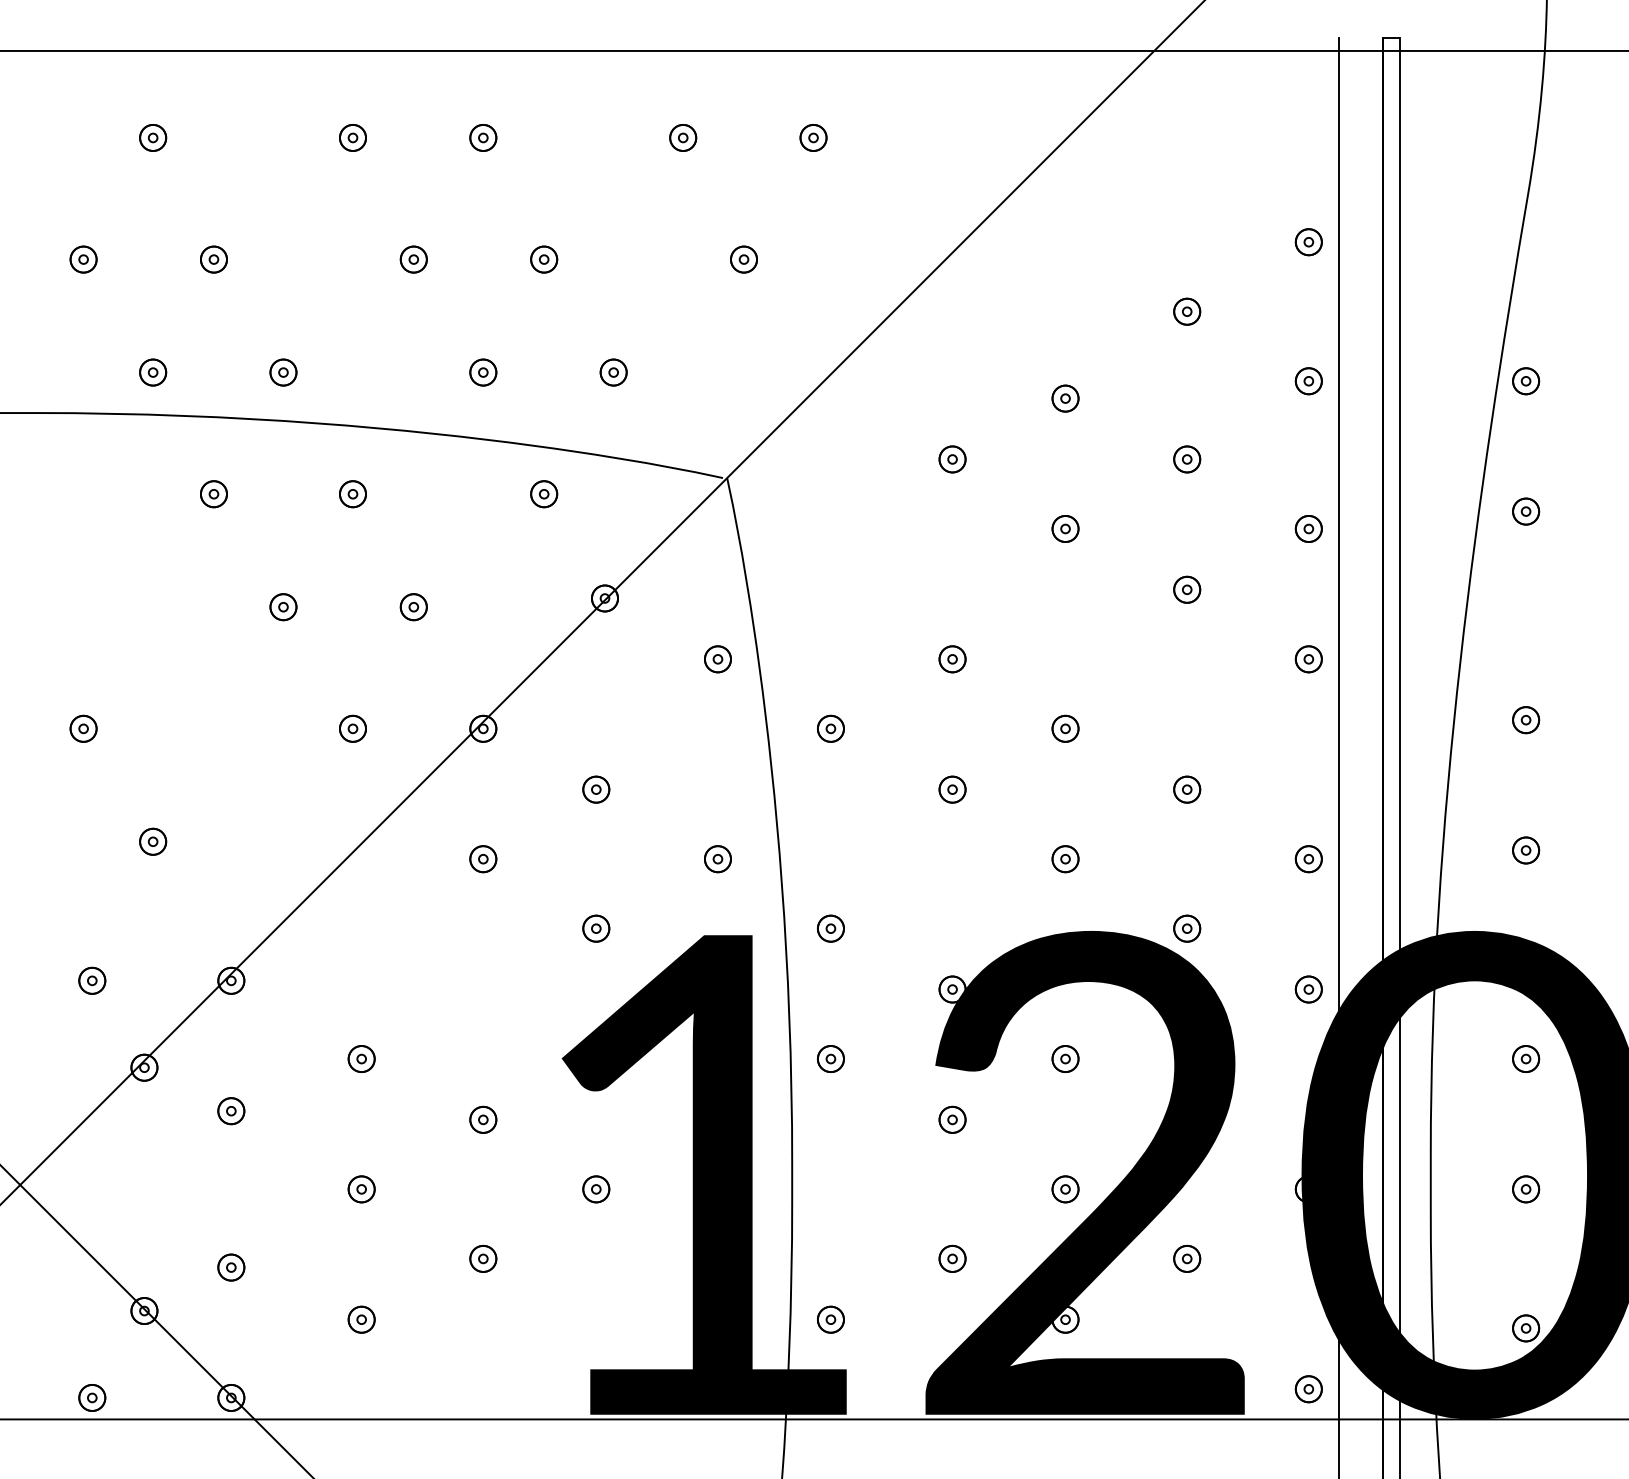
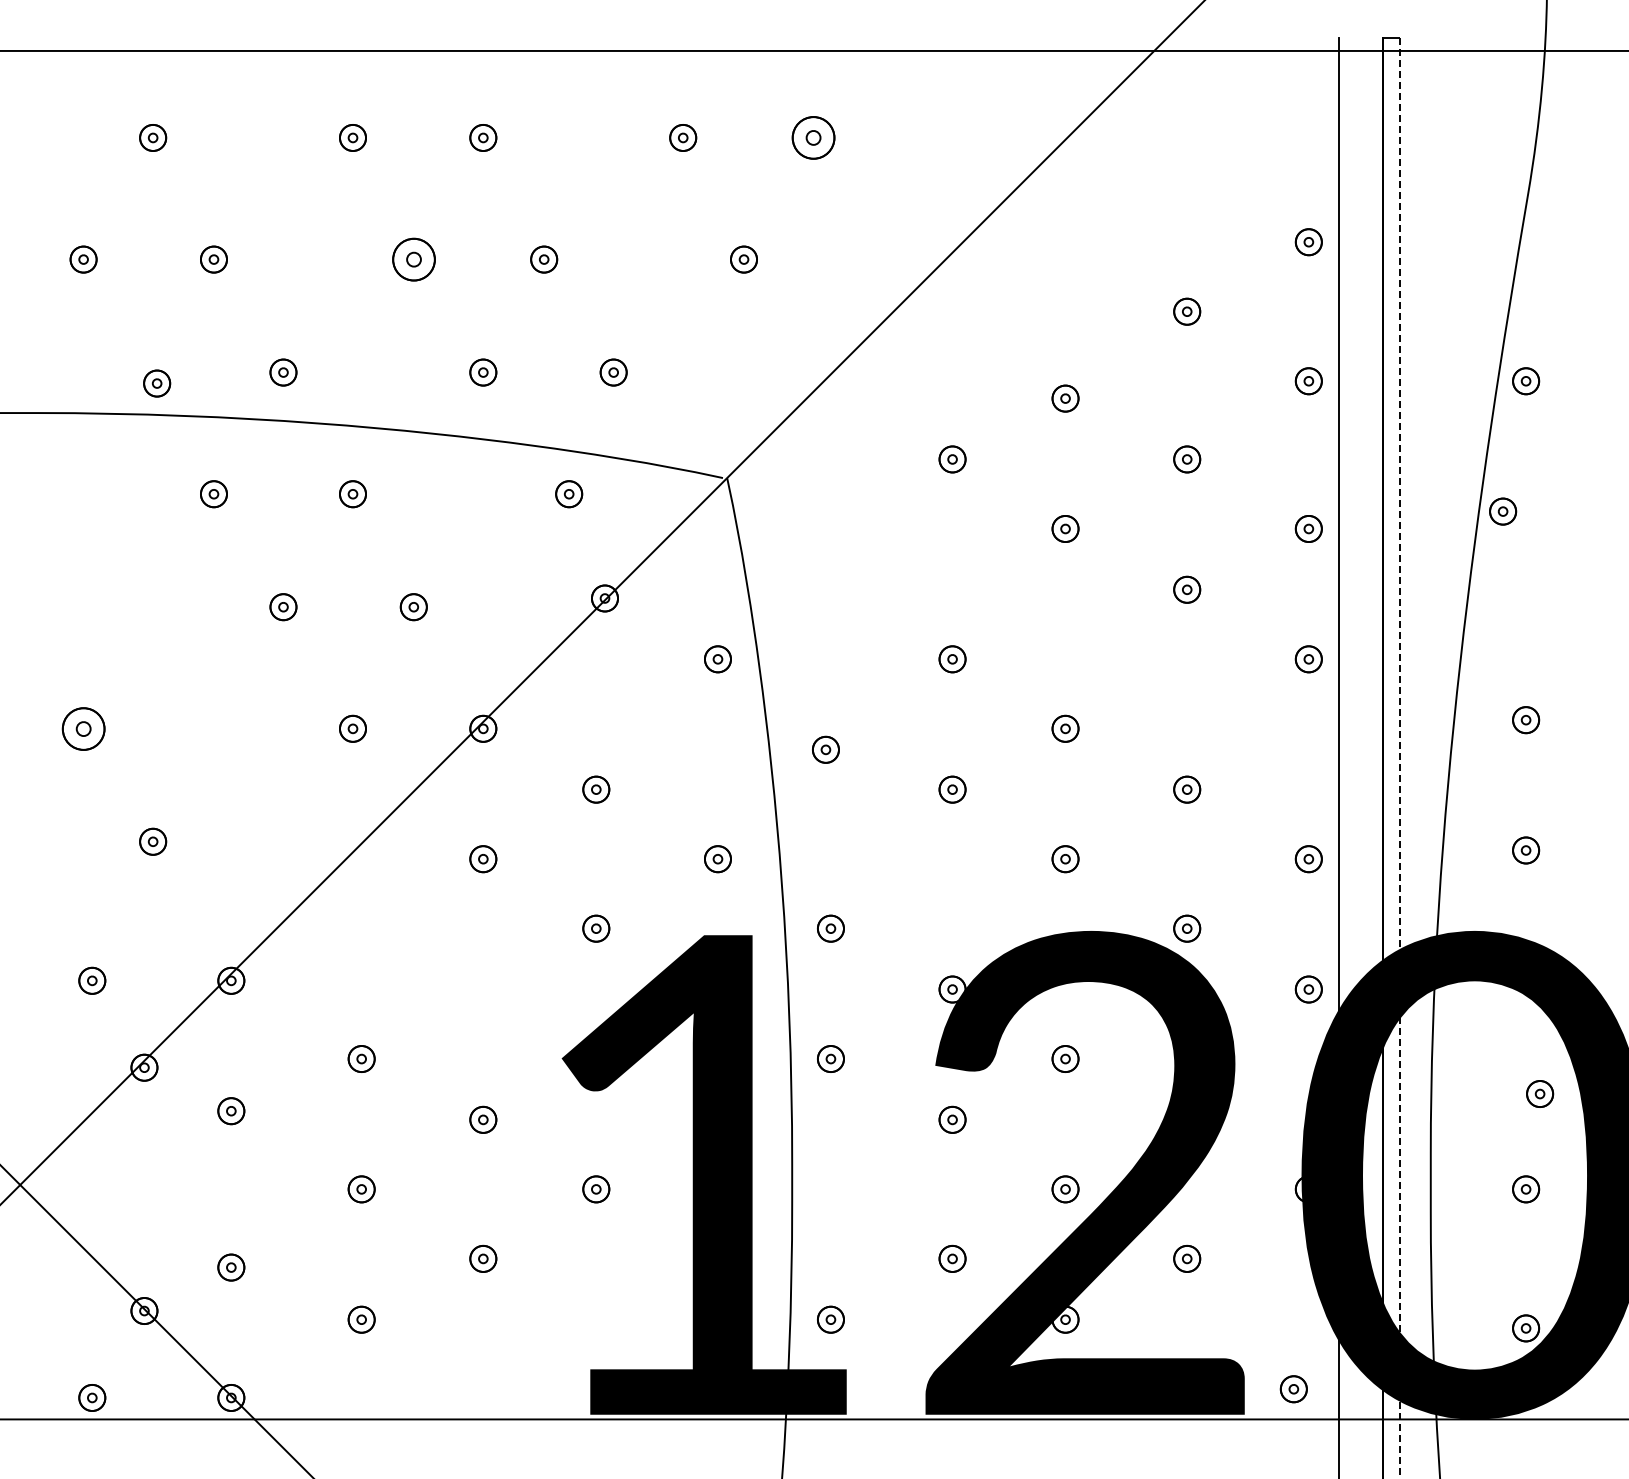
part at (813, 137) size: 29x28 px -> 45x44 px
part at (413, 259) size: 29x29 px -> 44x45 px
part at (153, 372) position: (153, 372) -> (157, 383)
part at (544, 494) position: (544, 494) -> (569, 494)
part at (1526, 511) position: (1526, 511) -> (1503, 511)
part at (83, 728) size: 29x29 px -> 45x44 px
part at (830, 728) position: (830, 728) -> (825, 749)
line at (1400, 758): solid -> dashed
part at (1526, 1058) position: (1526, 1058) -> (1540, 1093)
part at (1308, 1389) position: (1308, 1389) -> (1293, 1389)
